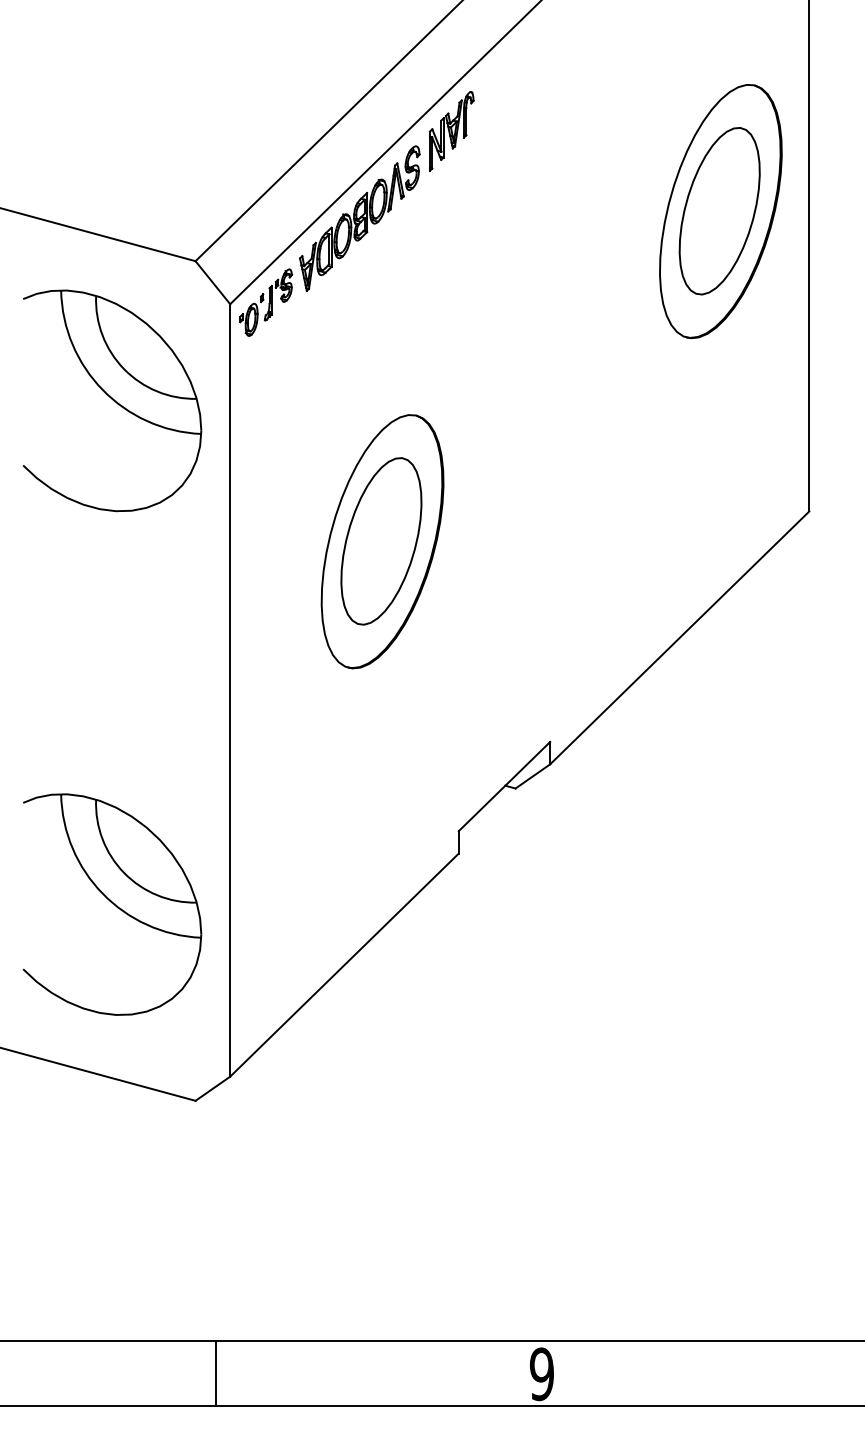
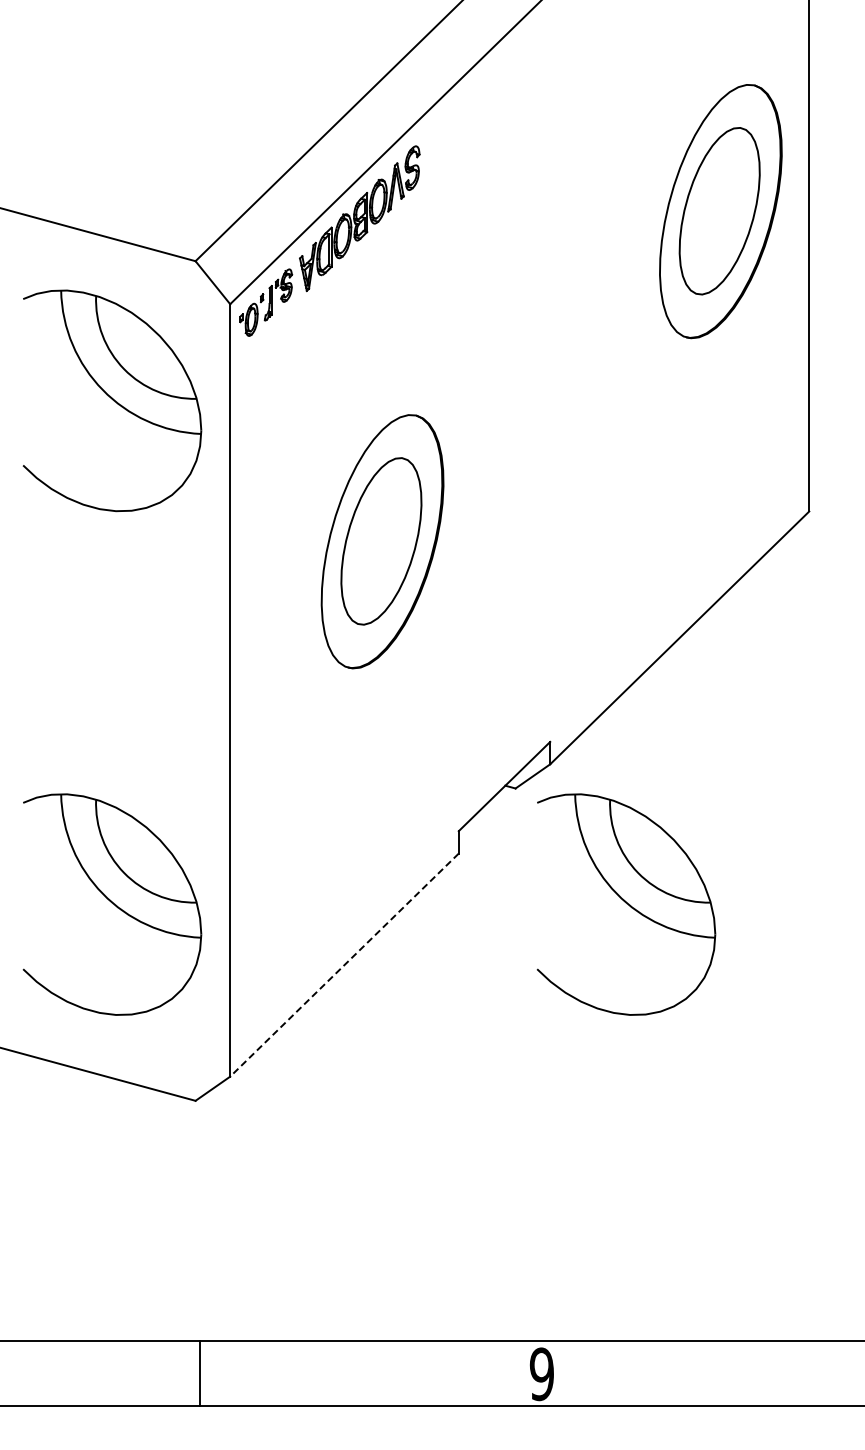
part at (451, 131): present -> none
part at (626, 904): none -> present
line at (344, 965): solid -> dashed
line at (216, 1373) position: (216, 1373) -> (200, 1373)
